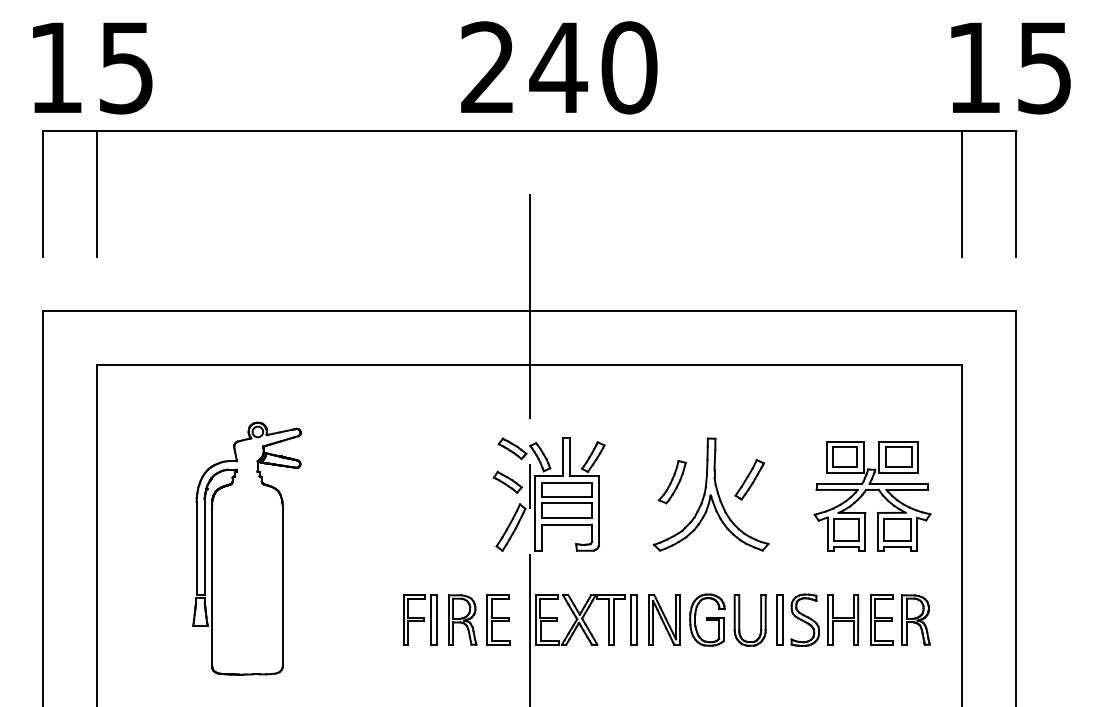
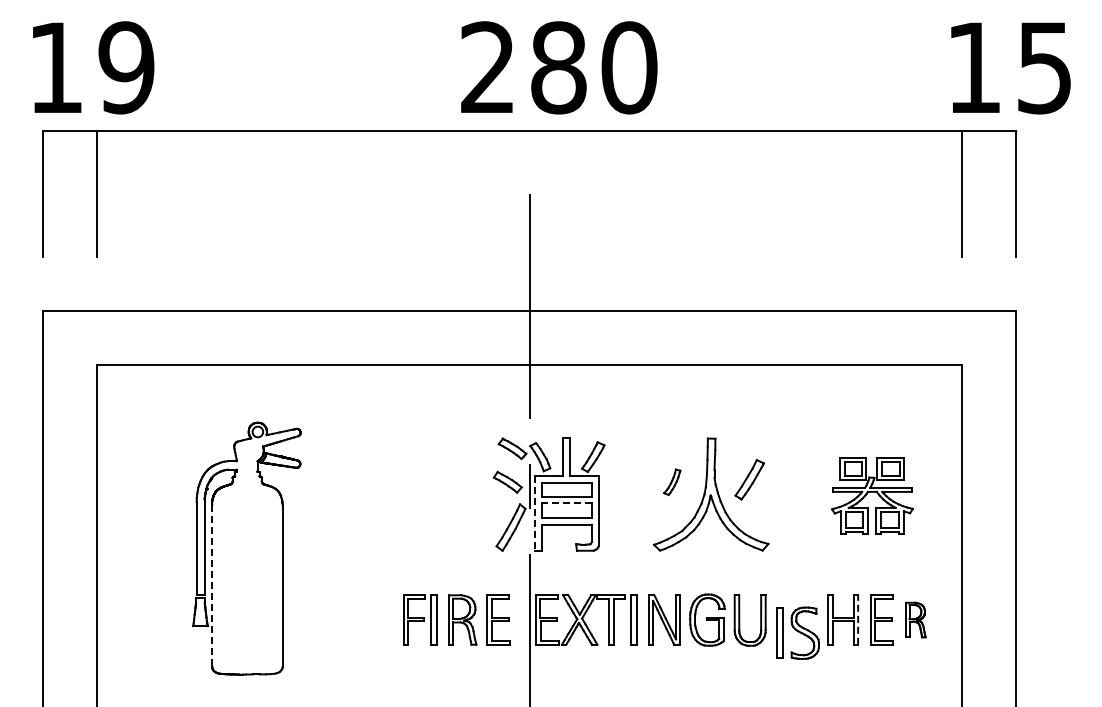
text at (126, 67): 15 -> 19
text at (558, 67): 240 -> 280
part at (671, 482) size: 30x45 px -> 19x28 px
part at (872, 496) size: 119x111 px -> 84x78 px
line at (566, 503): solid -> dashed
line at (534, 513): solid -> dashed
line at (212, 585): solid -> dashed
part at (797, 619) position: (797, 619) -> (797, 632)
part at (915, 619) size: 30x52 px -> 22x38 px
line at (858, 620): solid -> dashed
